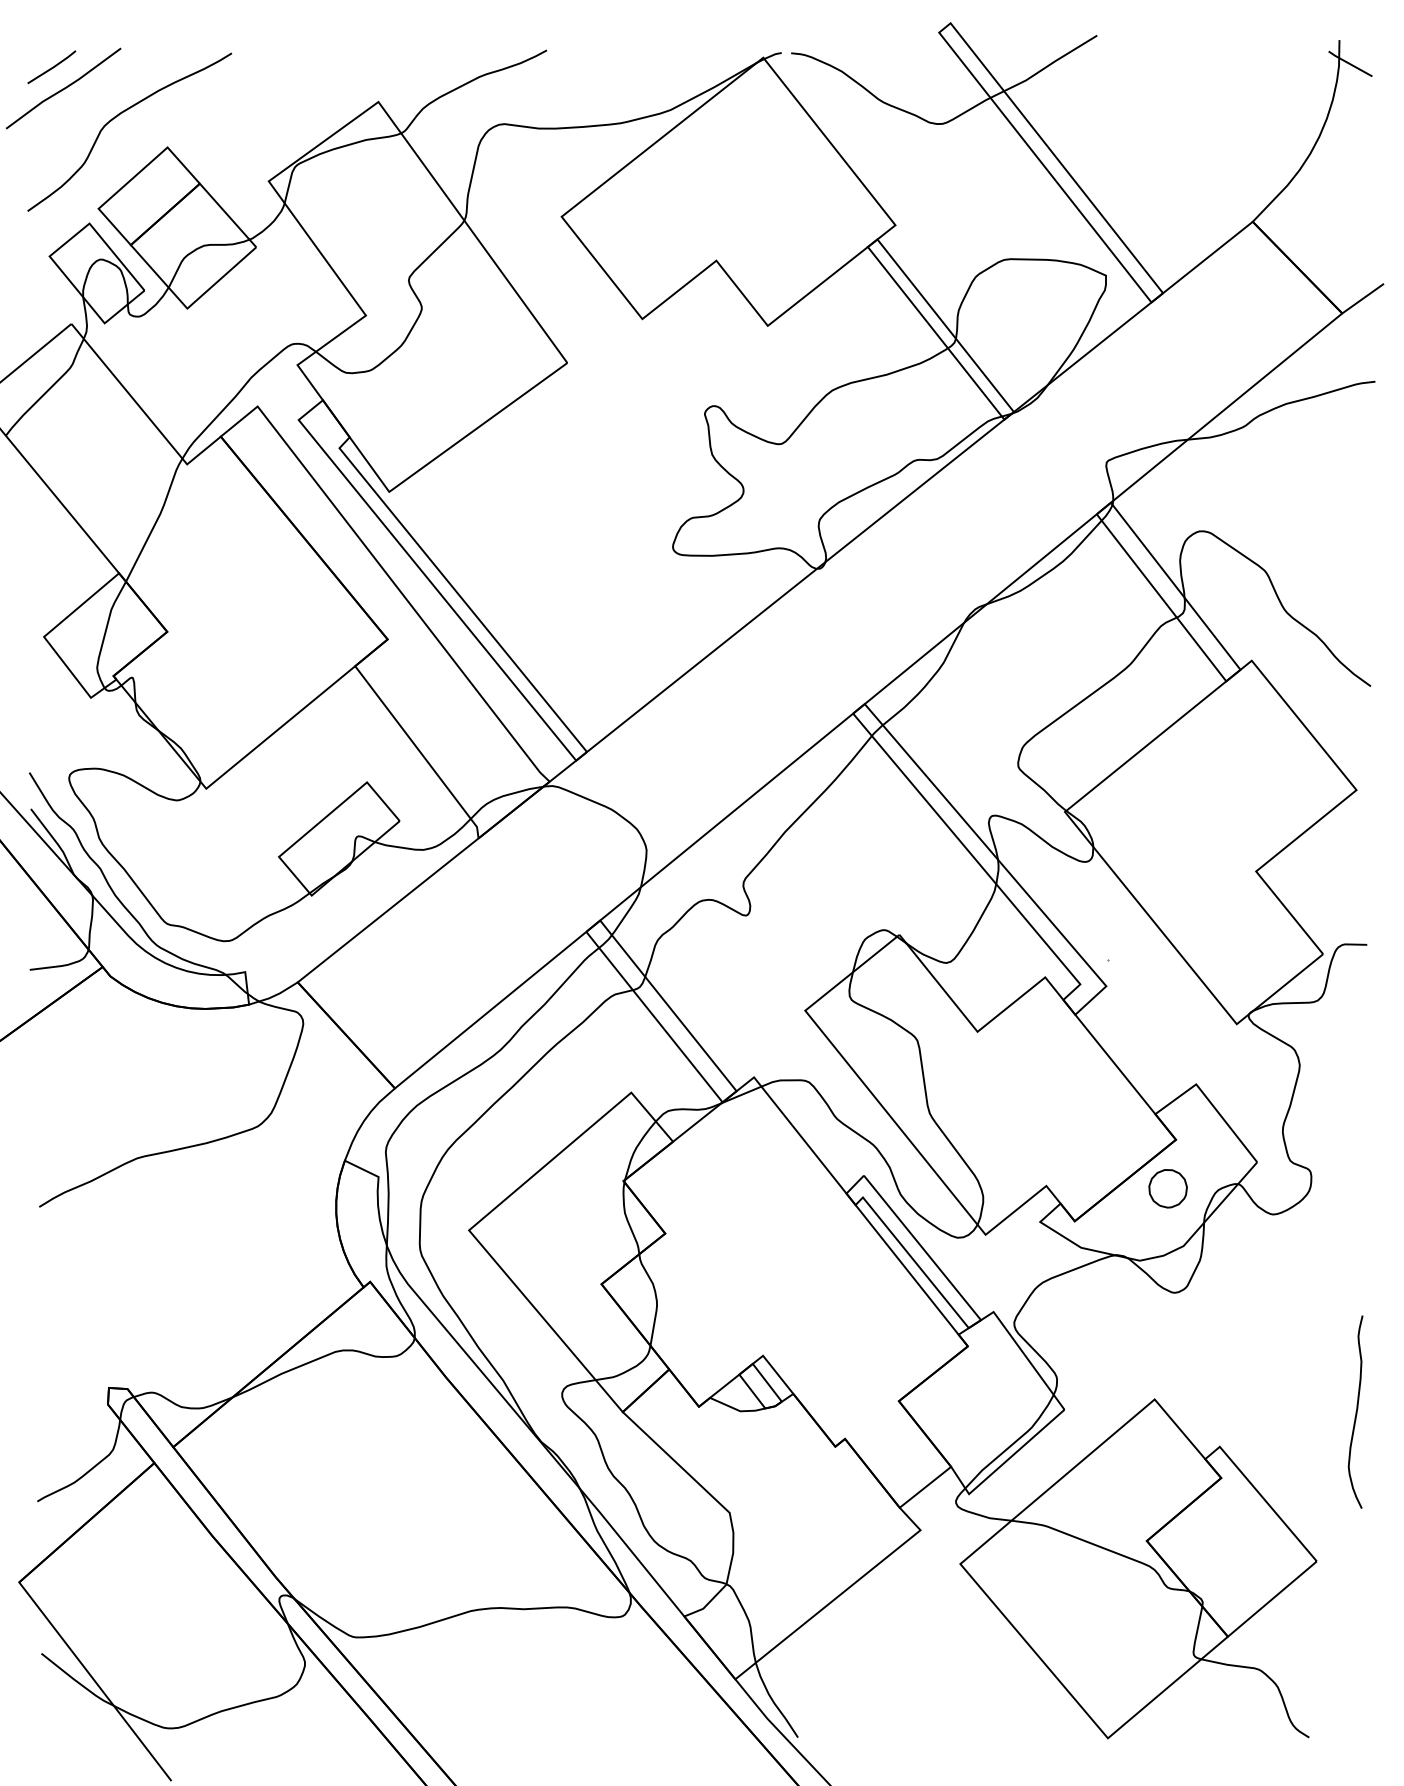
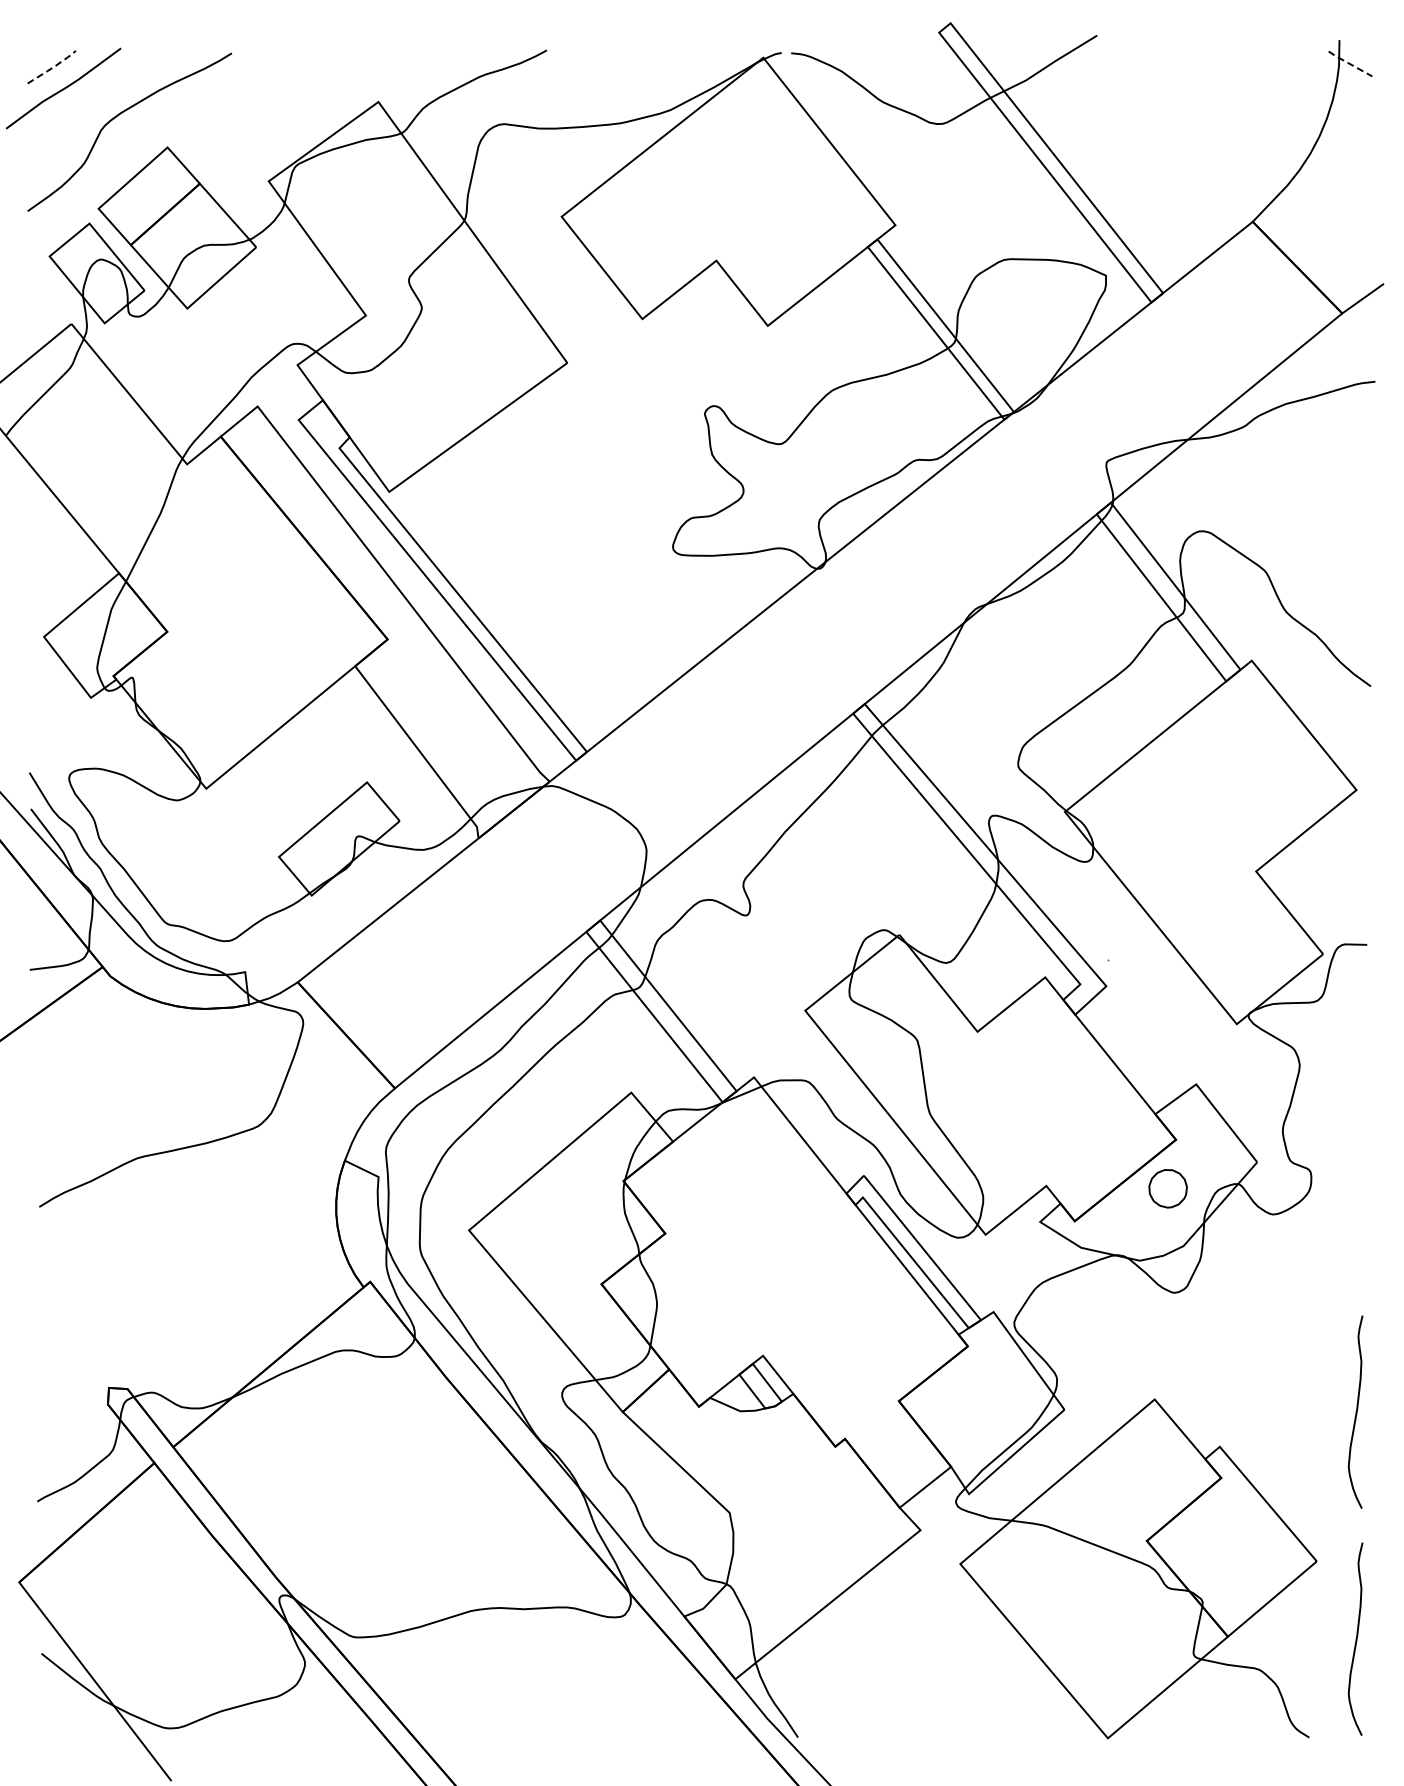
line at (1349, 64): solid -> dashed
line at (53, 67): solid -> dashed
curve at (1355, 1638): none -> present
